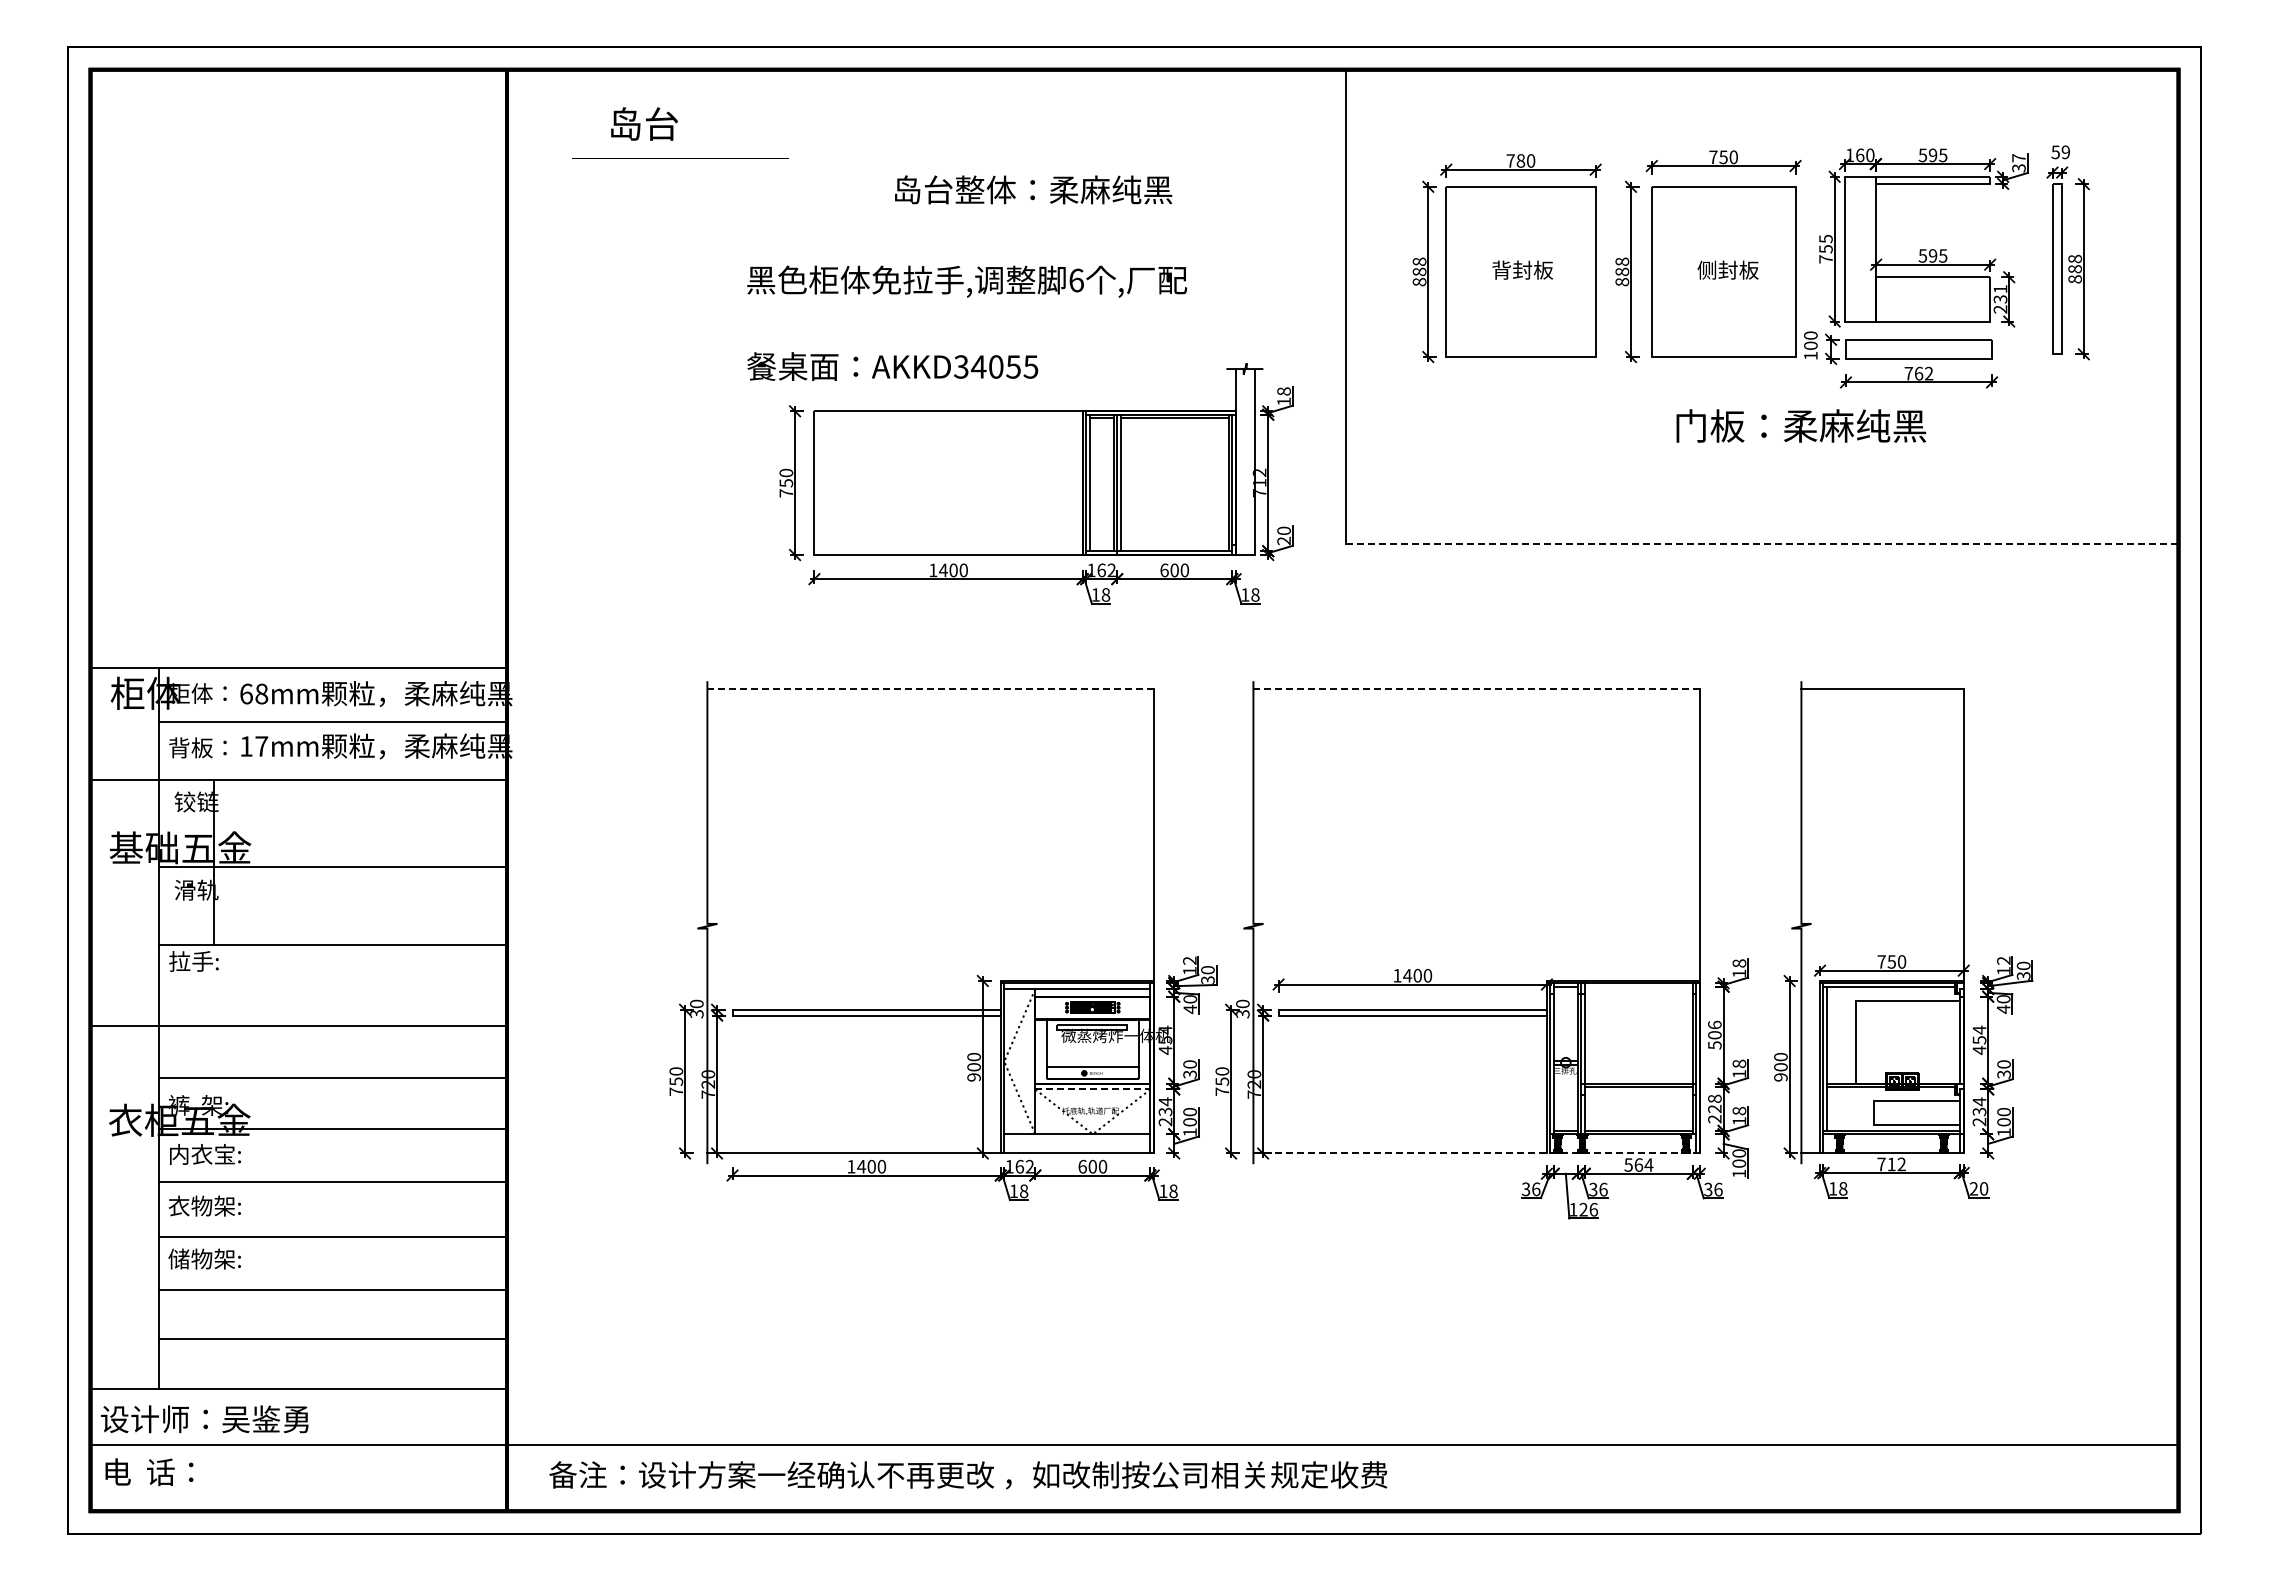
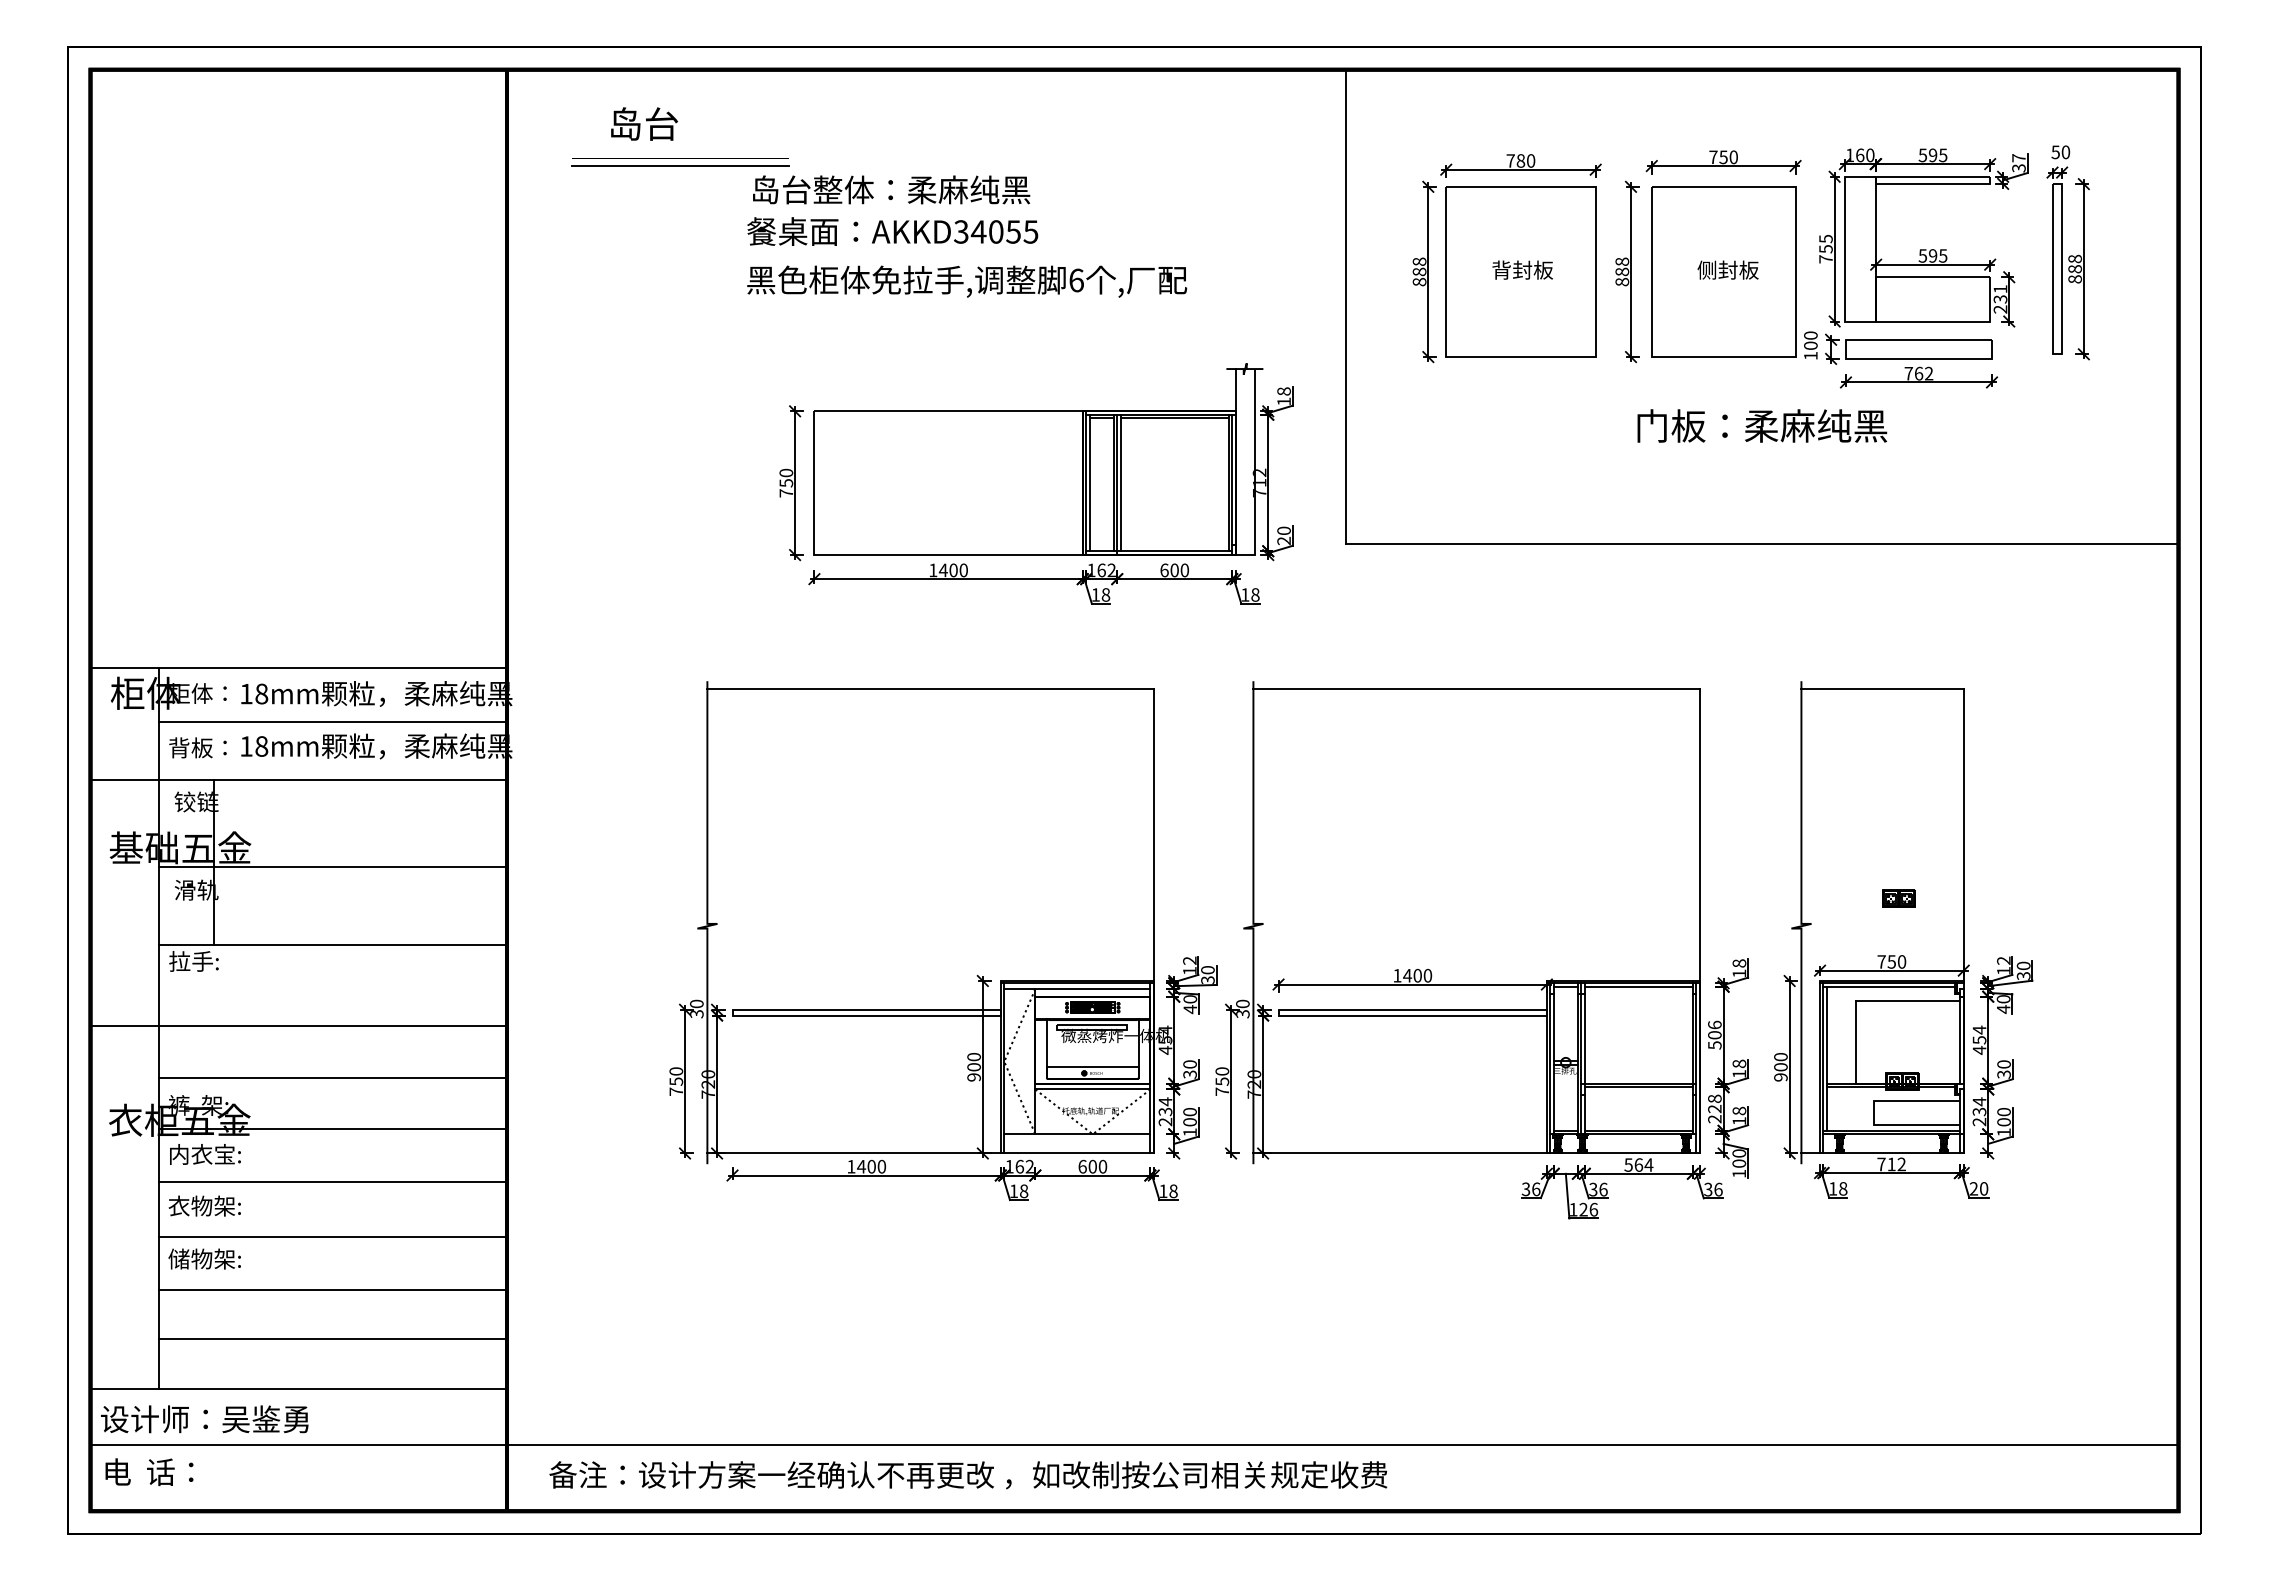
text at (2065, 152): 59 -> 50
line at (679, 165): none -> present
text at (1033, 189) position: (1033, 189) -> (891, 189)
text at (892, 366) position: (892, 366) -> (892, 231)
text at (1801, 425) position: (1801, 425) -> (1762, 425)
line at (1762, 544): dashed -> solid
line at (930, 689): dashed -> solid
line at (1476, 689): dashed -> solid
text at (246, 693): 68mm -> 18mm
text at (261, 746): 17mm -> 18mm
part at (1898, 898): none -> present
line at (1638, 986): none -> present
line at (1093, 1089): dashed -> solid
line at (1476, 1153): dashed -> solid
